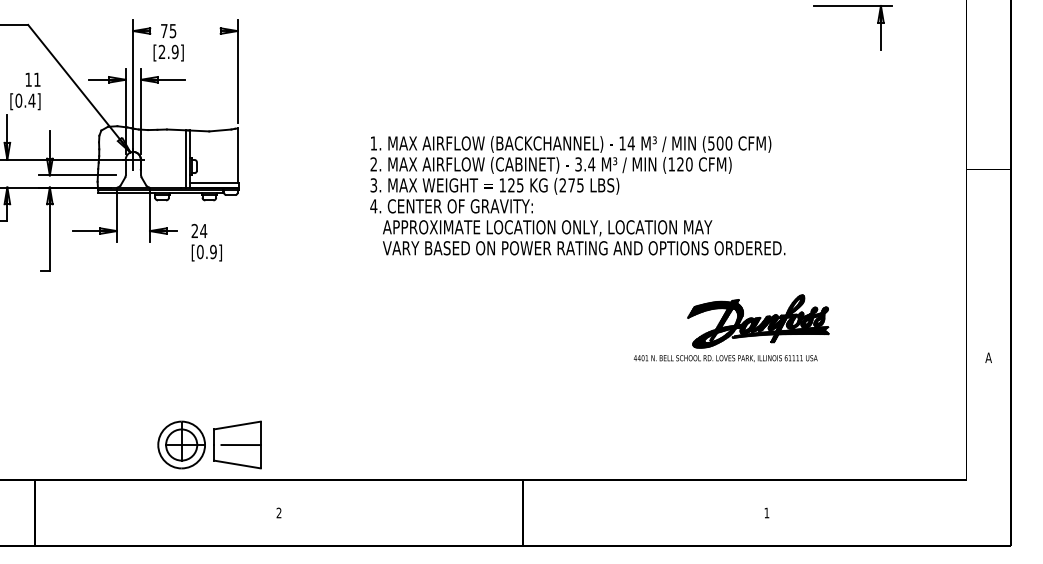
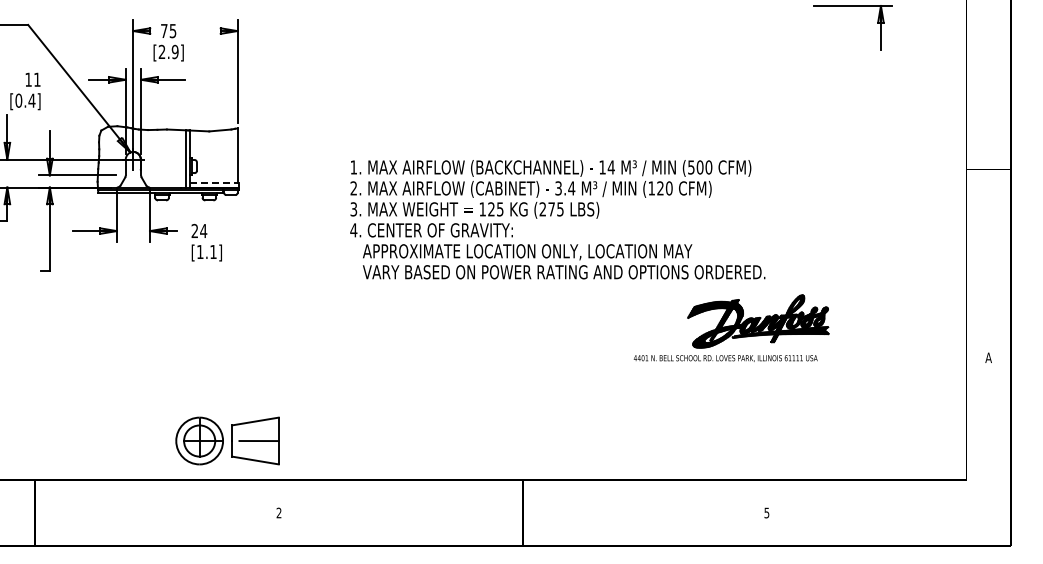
line at (215, 183): solid -> dashed
text at (577, 195) position: (577, 195) -> (557, 219)
text at (206, 251): [0.9] -> [1.1]
part at (209, 444) position: (209, 444) -> (227, 440)
text at (766, 512): 1 -> 5
